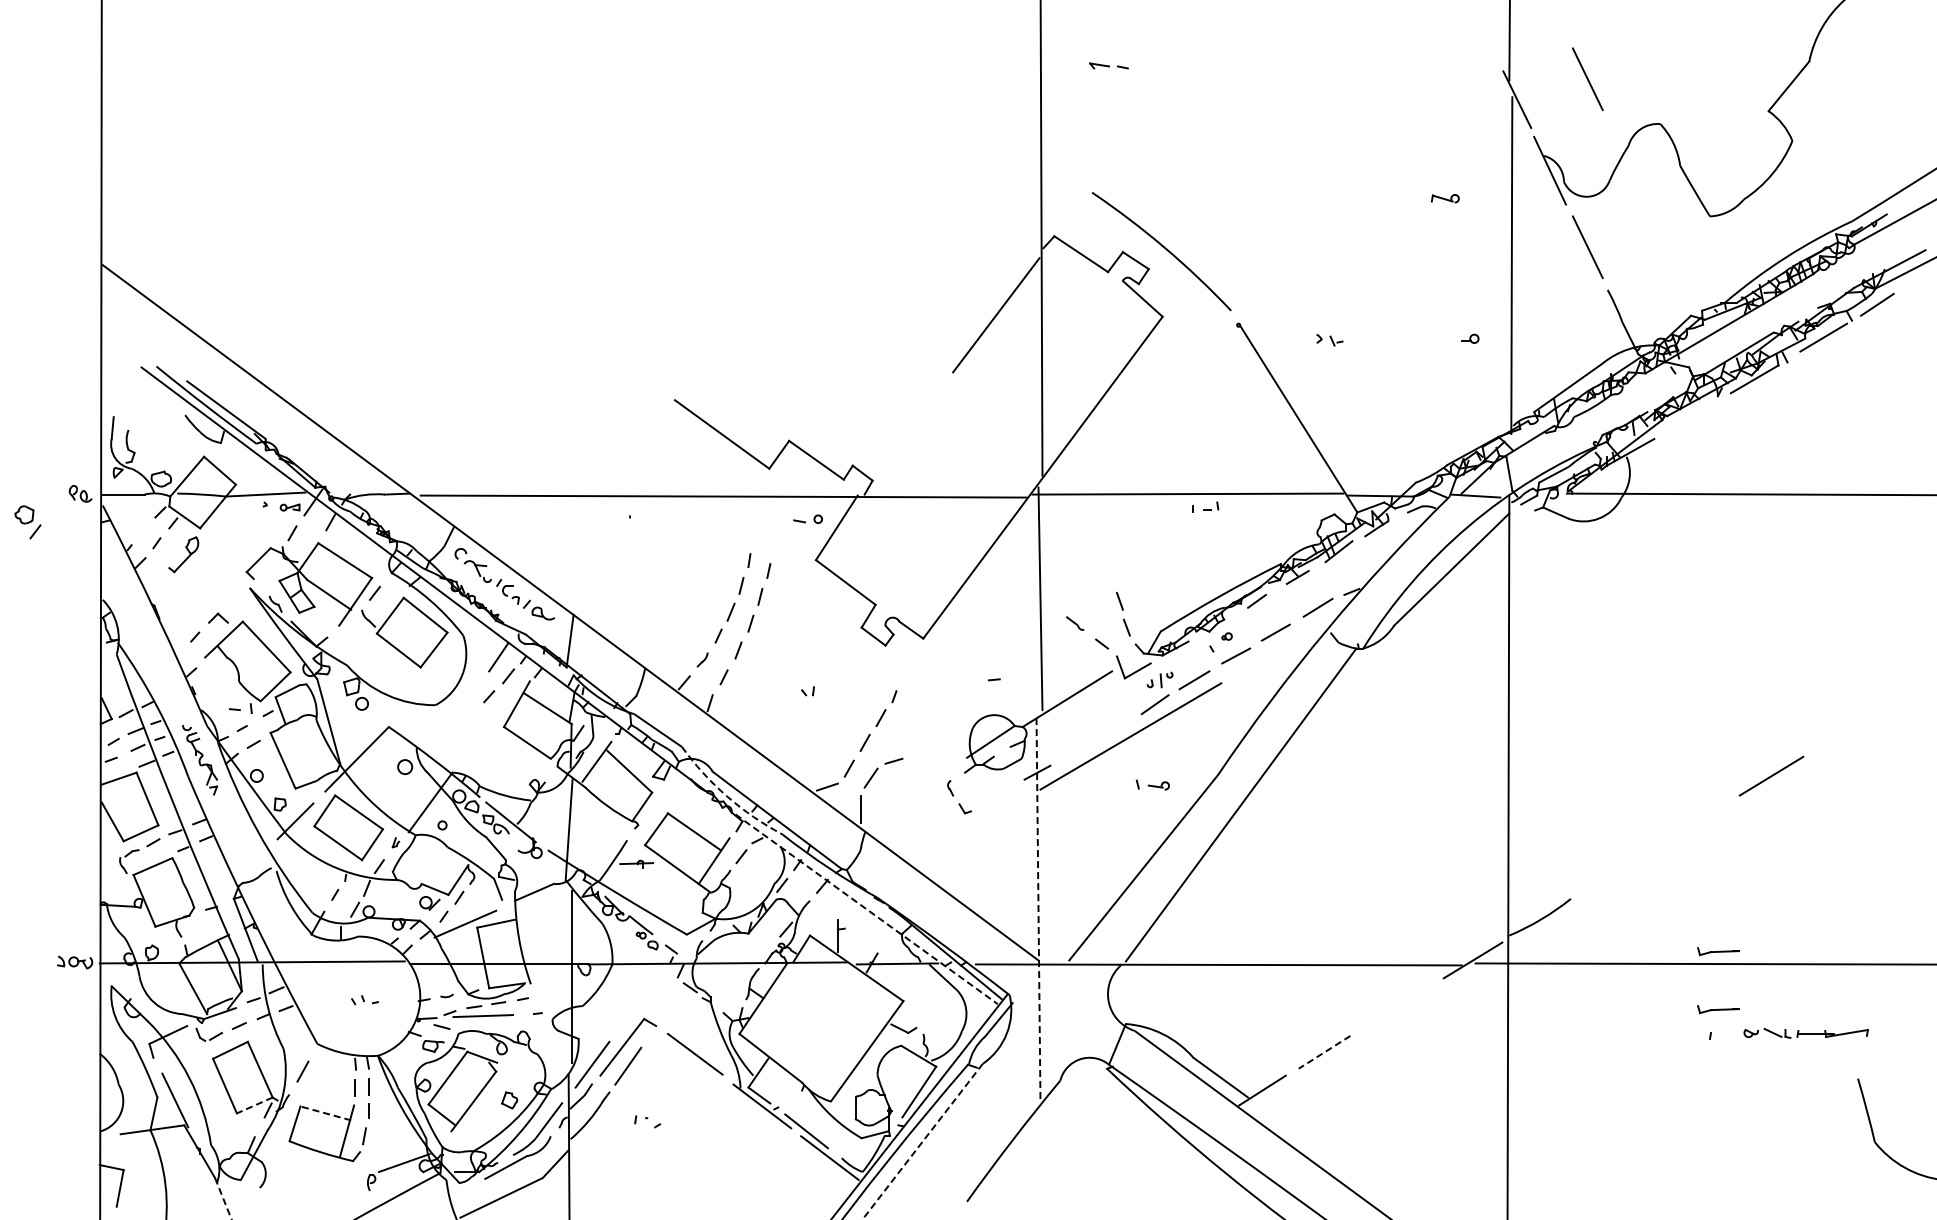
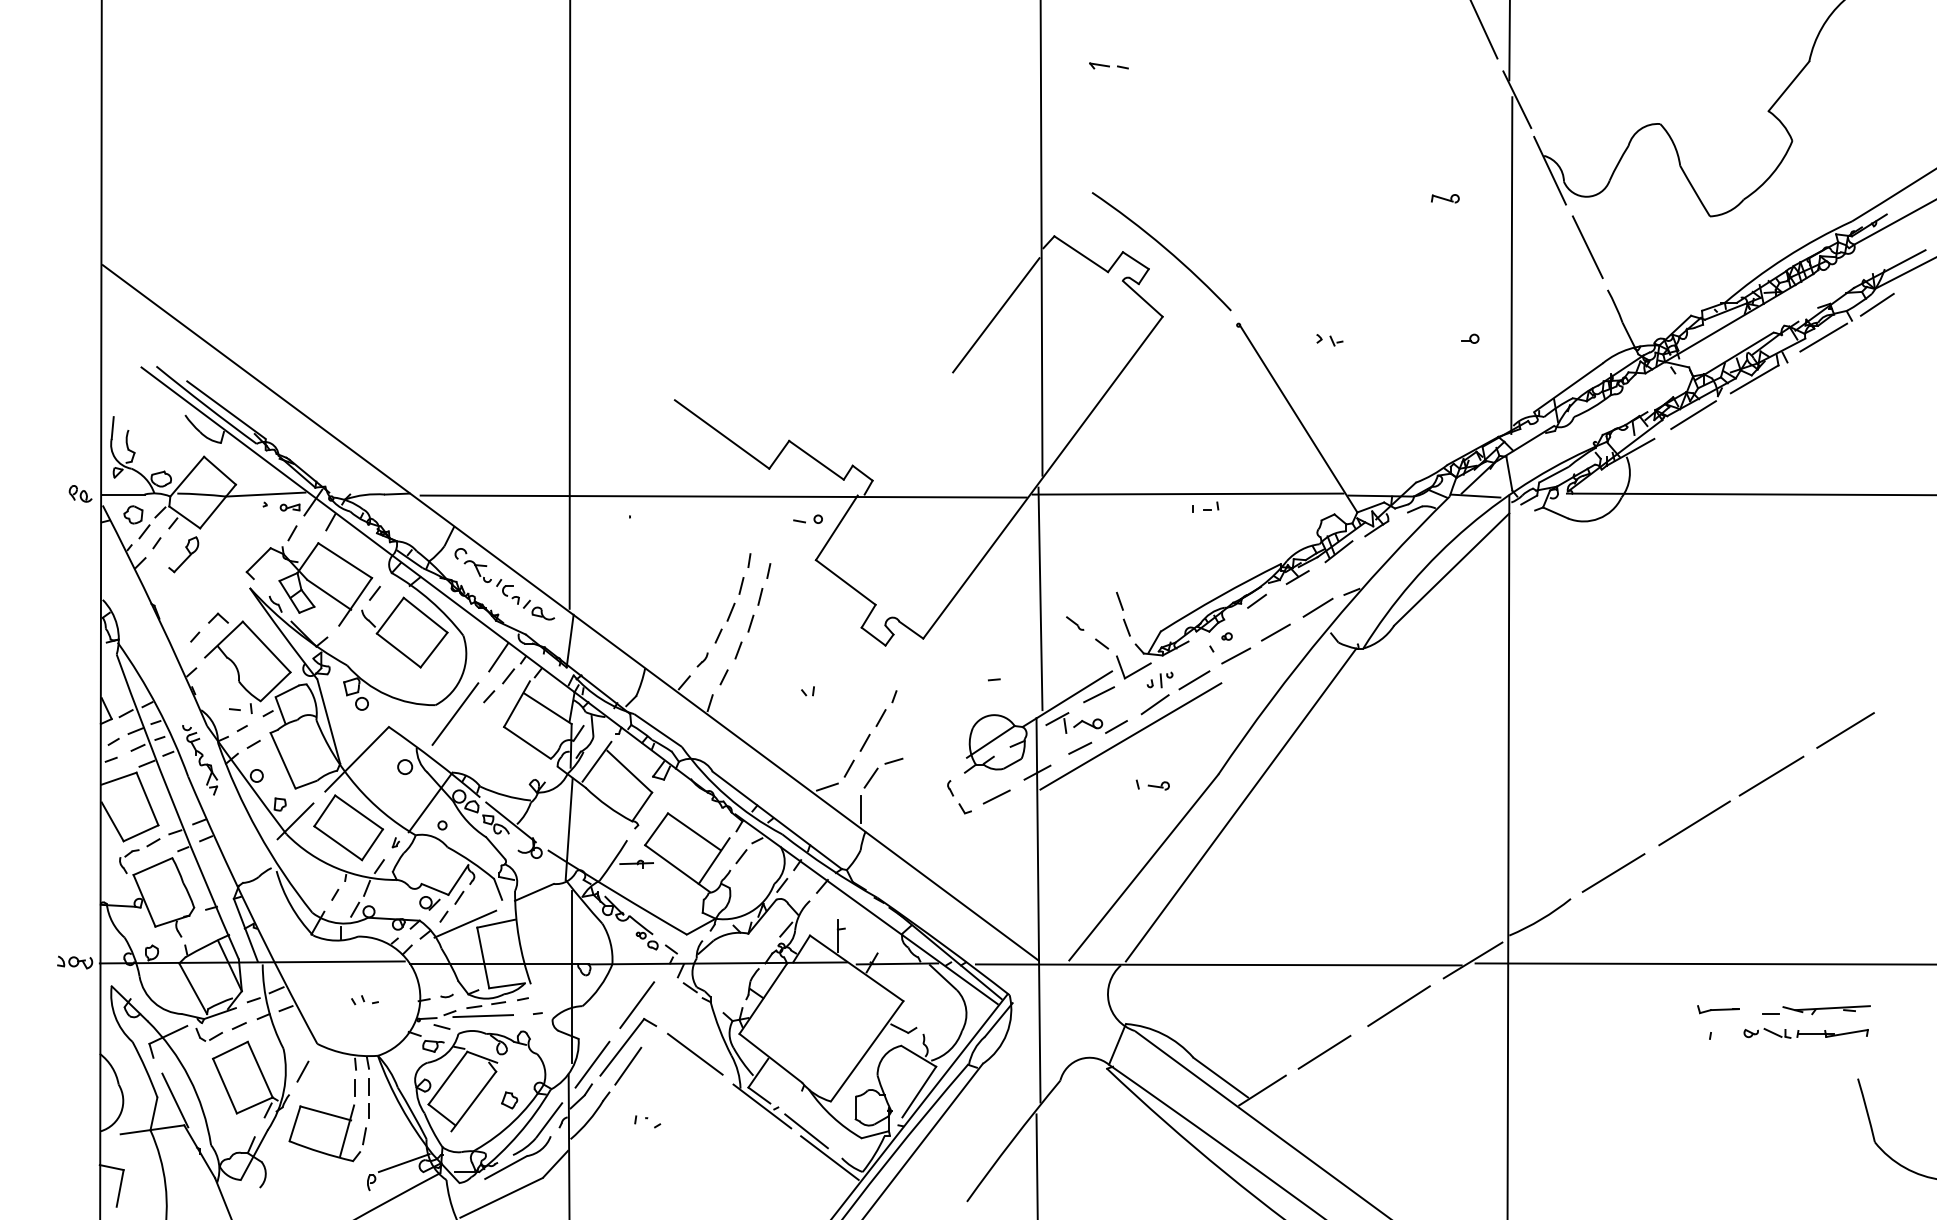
line at (1484, 30): none -> present
line at (1587, 79): present -> none
line at (569, 305): none -> present
line at (1693, 415): none -> present
part at (27, 522) position: (27, 522) -> (136, 522)
line at (1099, 694): none -> present
line at (455, 713): none -> present
part at (1086, 722): none -> present
line at (1845, 730): none -> present
line at (1080, 747): none -> present
arc at (727, 796): dashed -> solid
line at (996, 796): none -> present
line at (1694, 823): none -> present
line at (1613, 872): none -> present
line at (866, 909): dashed -> solid
line at (1038, 910): dashed -> solid
part at (1718, 951): present -> none
line at (637, 1004): none -> present
line at (1398, 1006): none -> present
part at (1816, 1010): none -> present
line at (1324, 1052): dashed -> solid
line at (254, 1105): dashed -> solid
line at (325, 1113): dashed -> solid
line at (922, 1141): dashed -> solid
line at (1036, 1165): none -> present
line at (223, 1199): dashed -> solid
